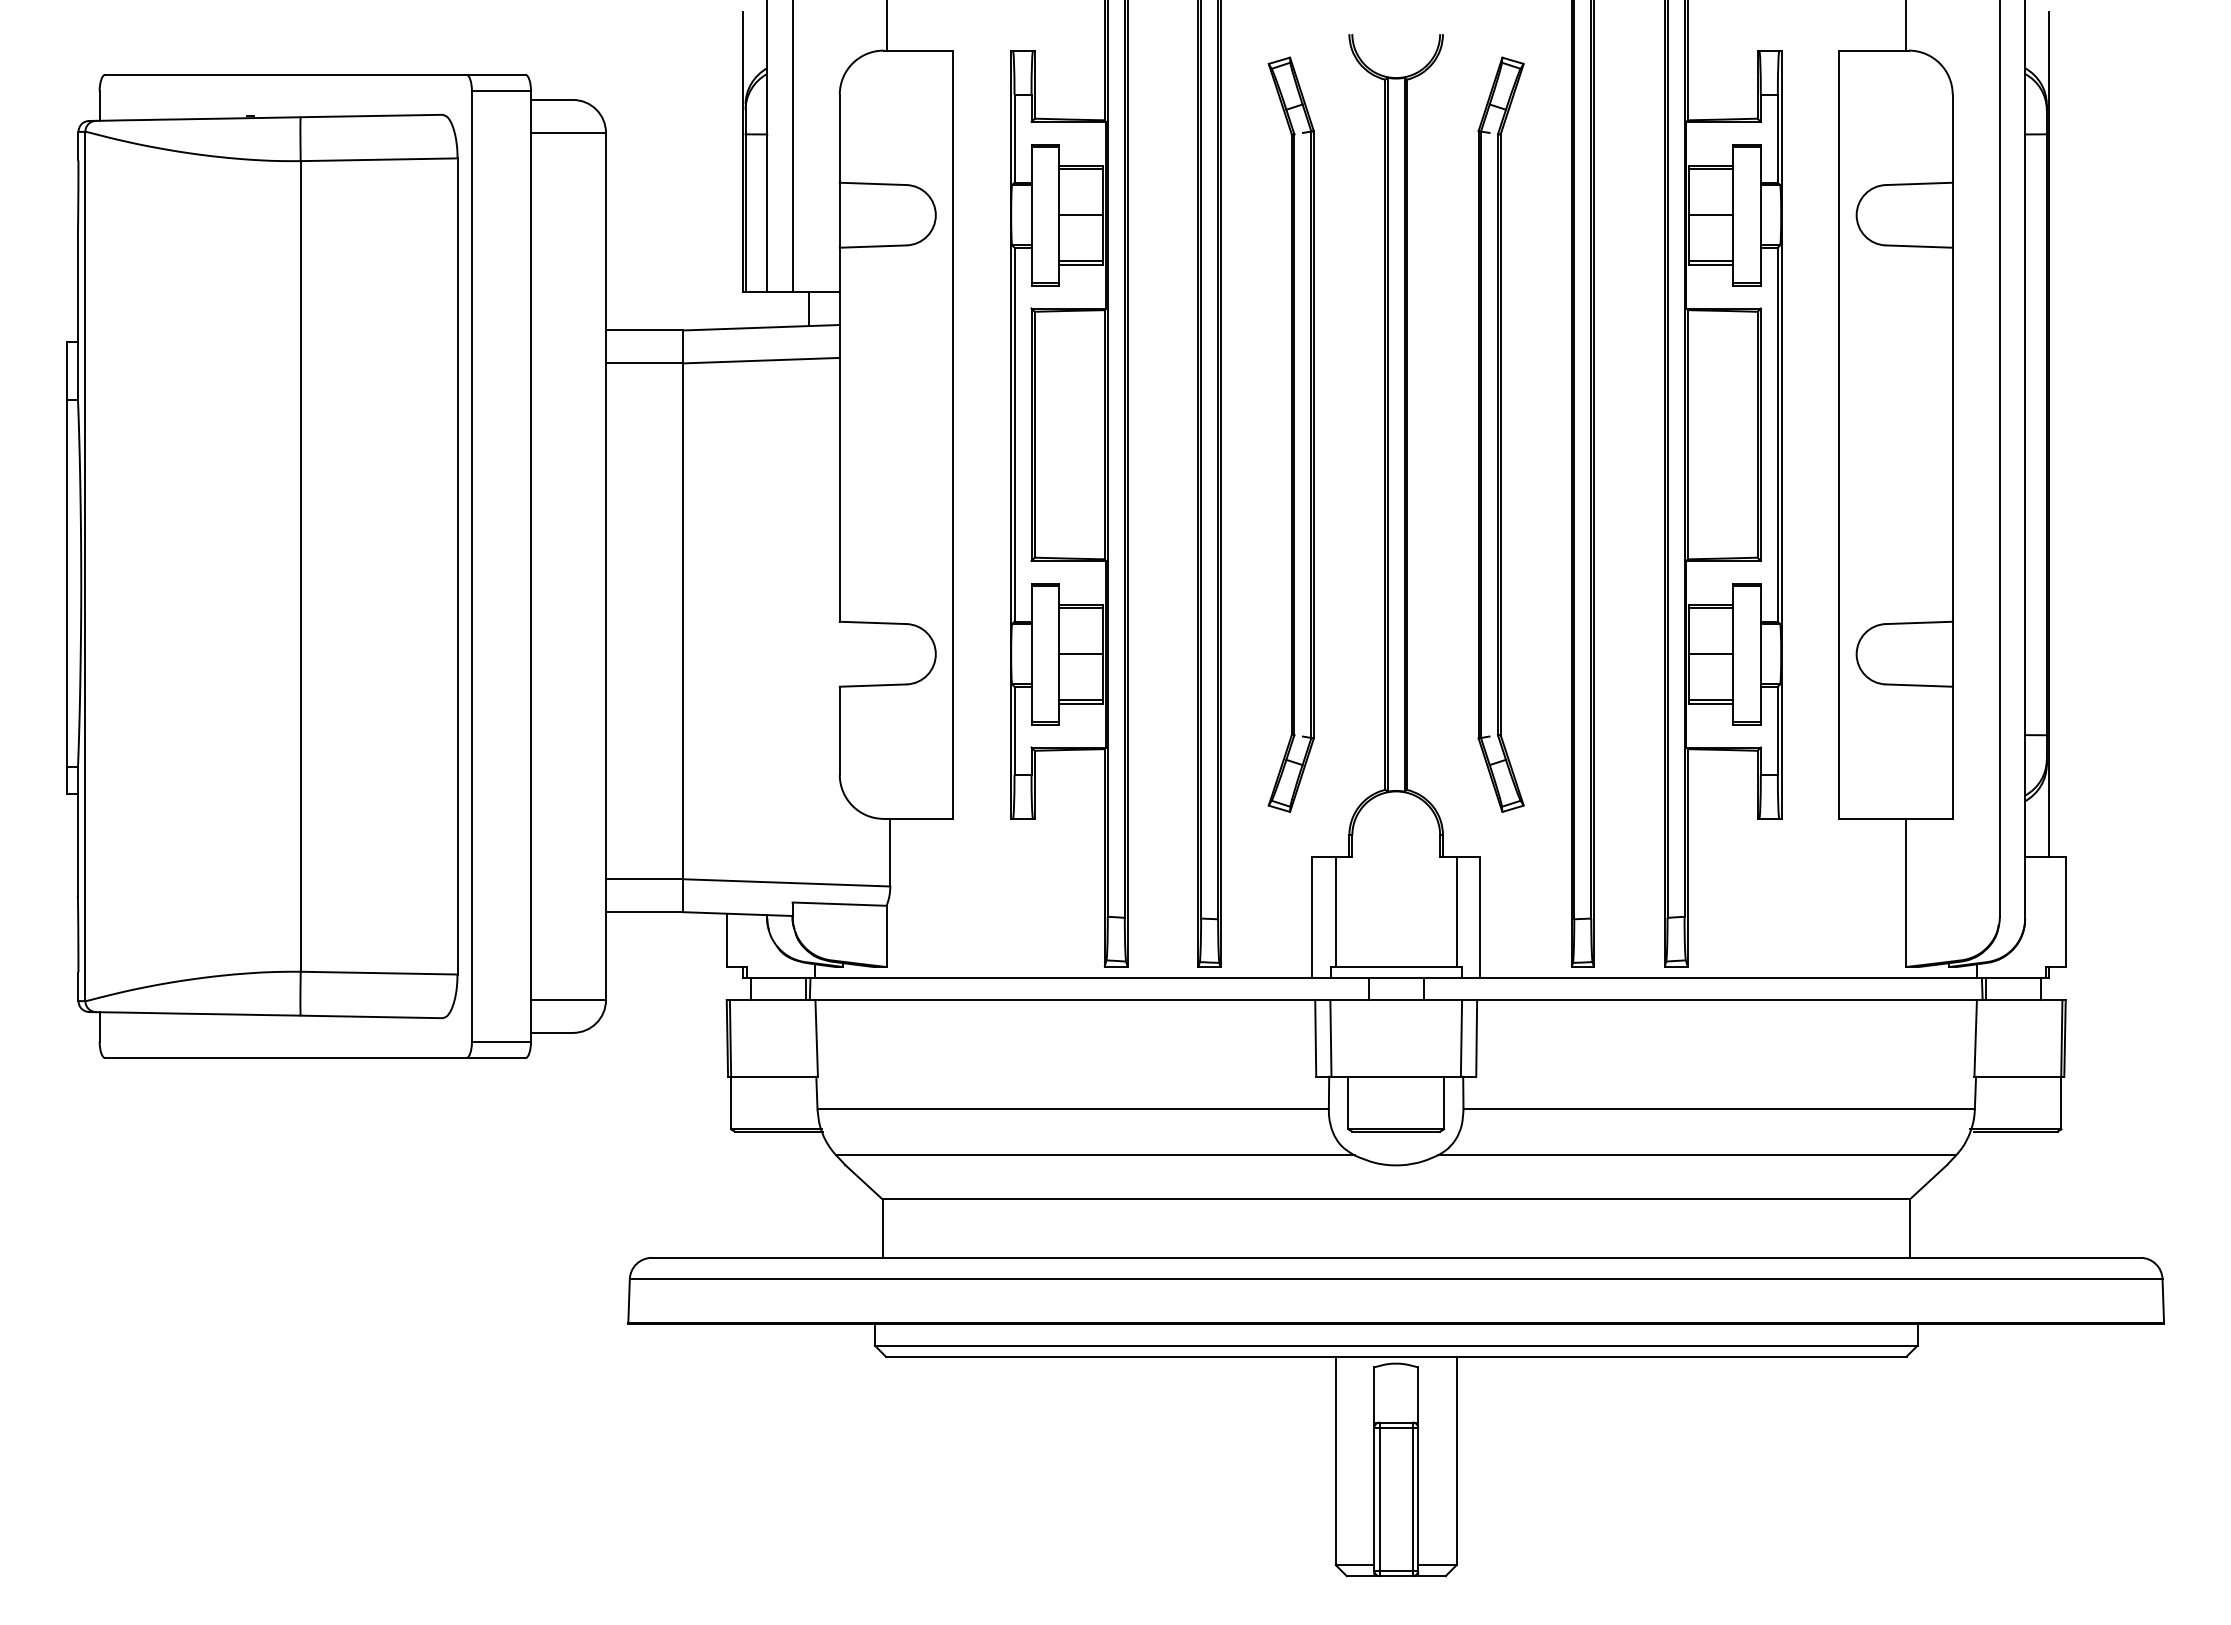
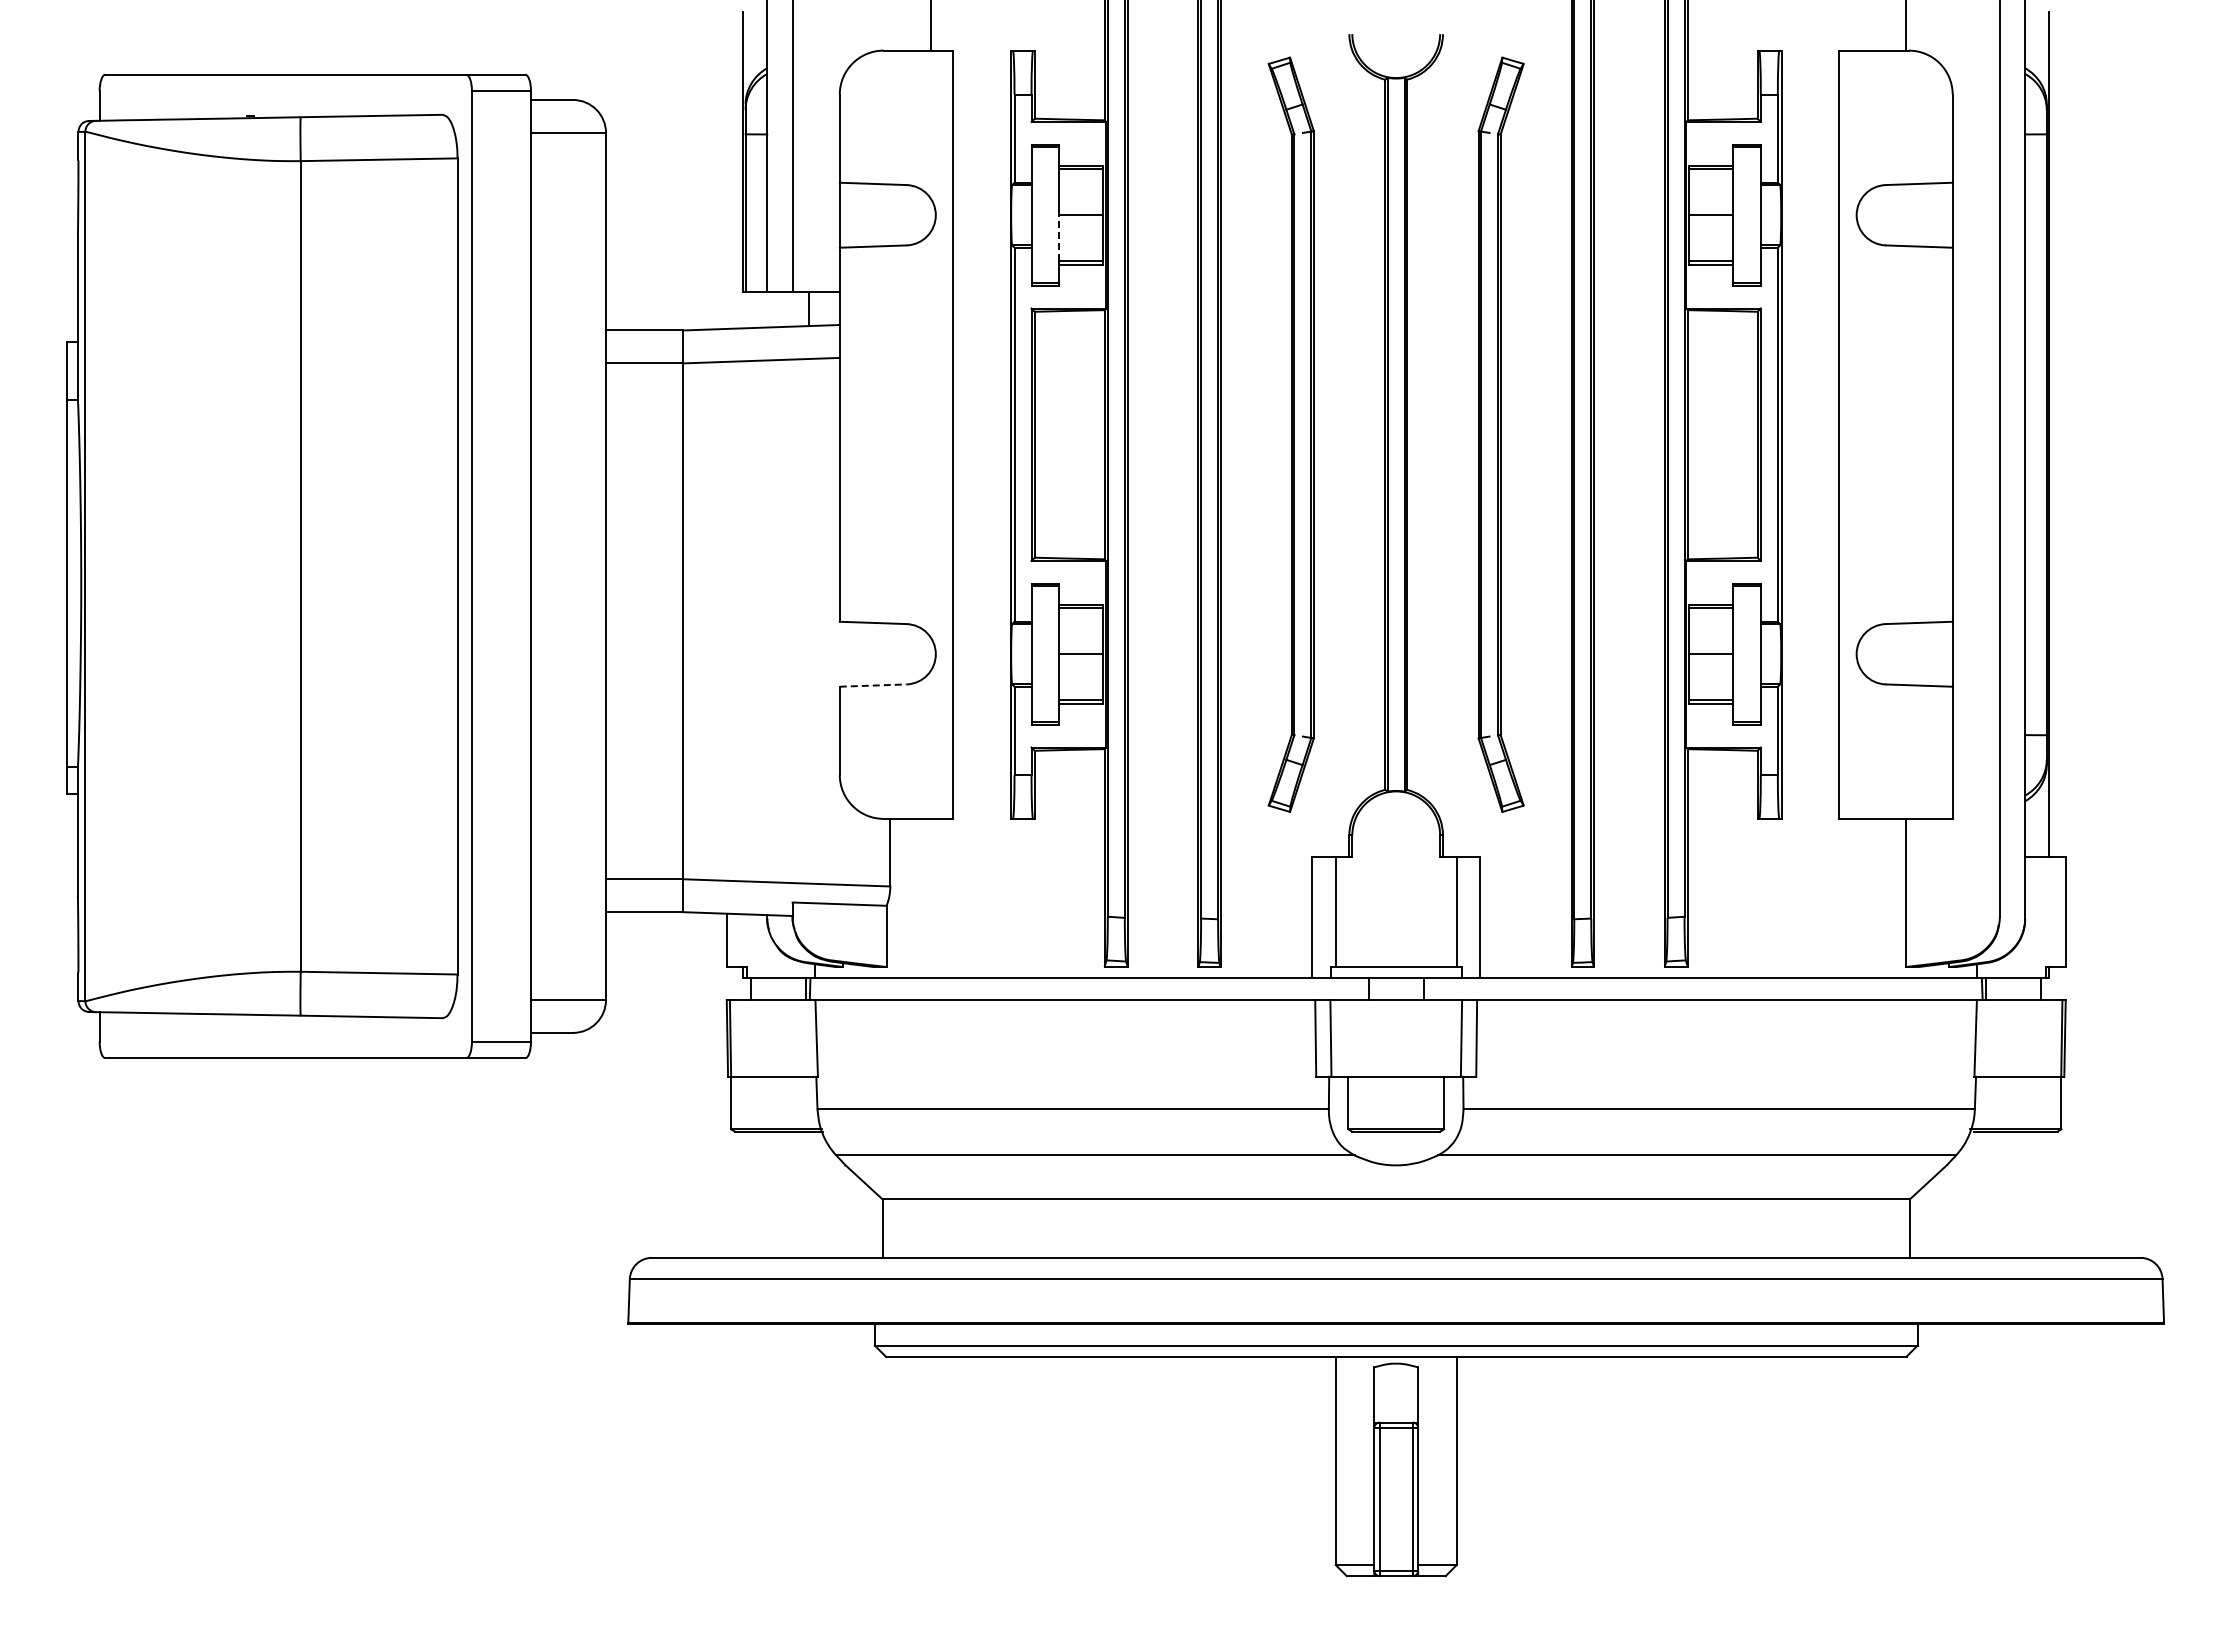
line at (886, 26) position: (886, 26) -> (930, 26)
line at (1059, 237): solid -> dashed
line at (873, 685): solid -> dashed
